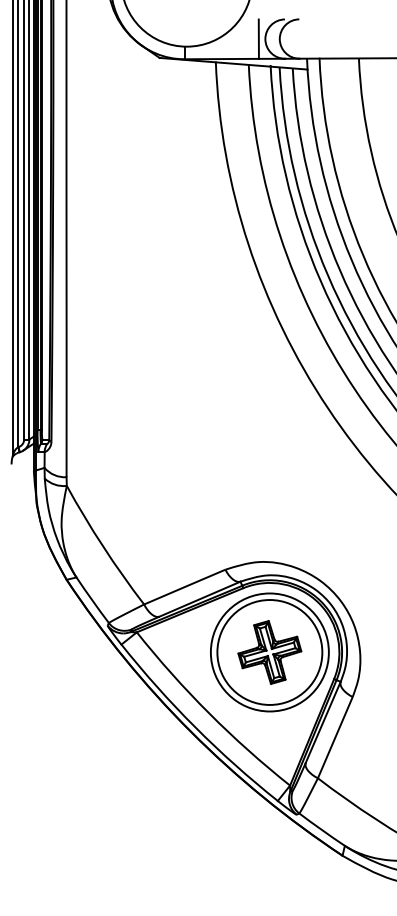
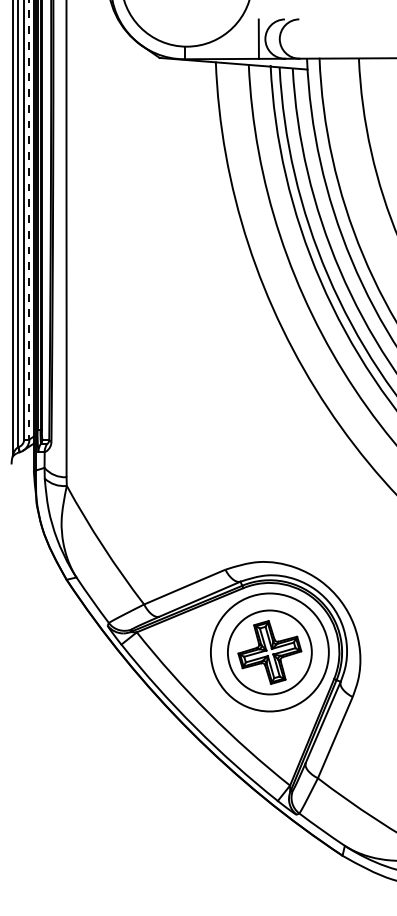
line at (29, 220): solid -> dashed
circle at (269, 652) diameter: 105 px -> 84 px
